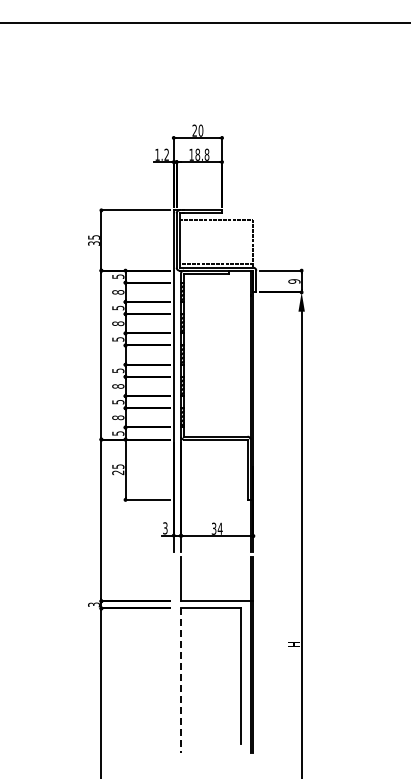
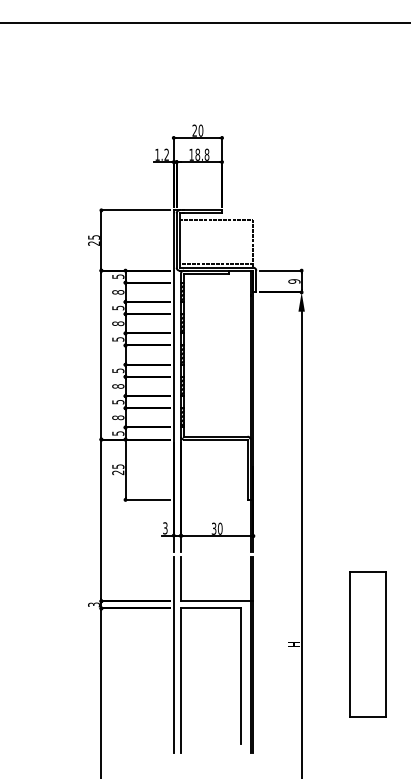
text at (93, 243): 35 -> 25
text at (219, 528): 34 -> 30
part at (367, 644): none -> present
line at (173, 654): none -> present
line at (181, 681): dashed -> solid
